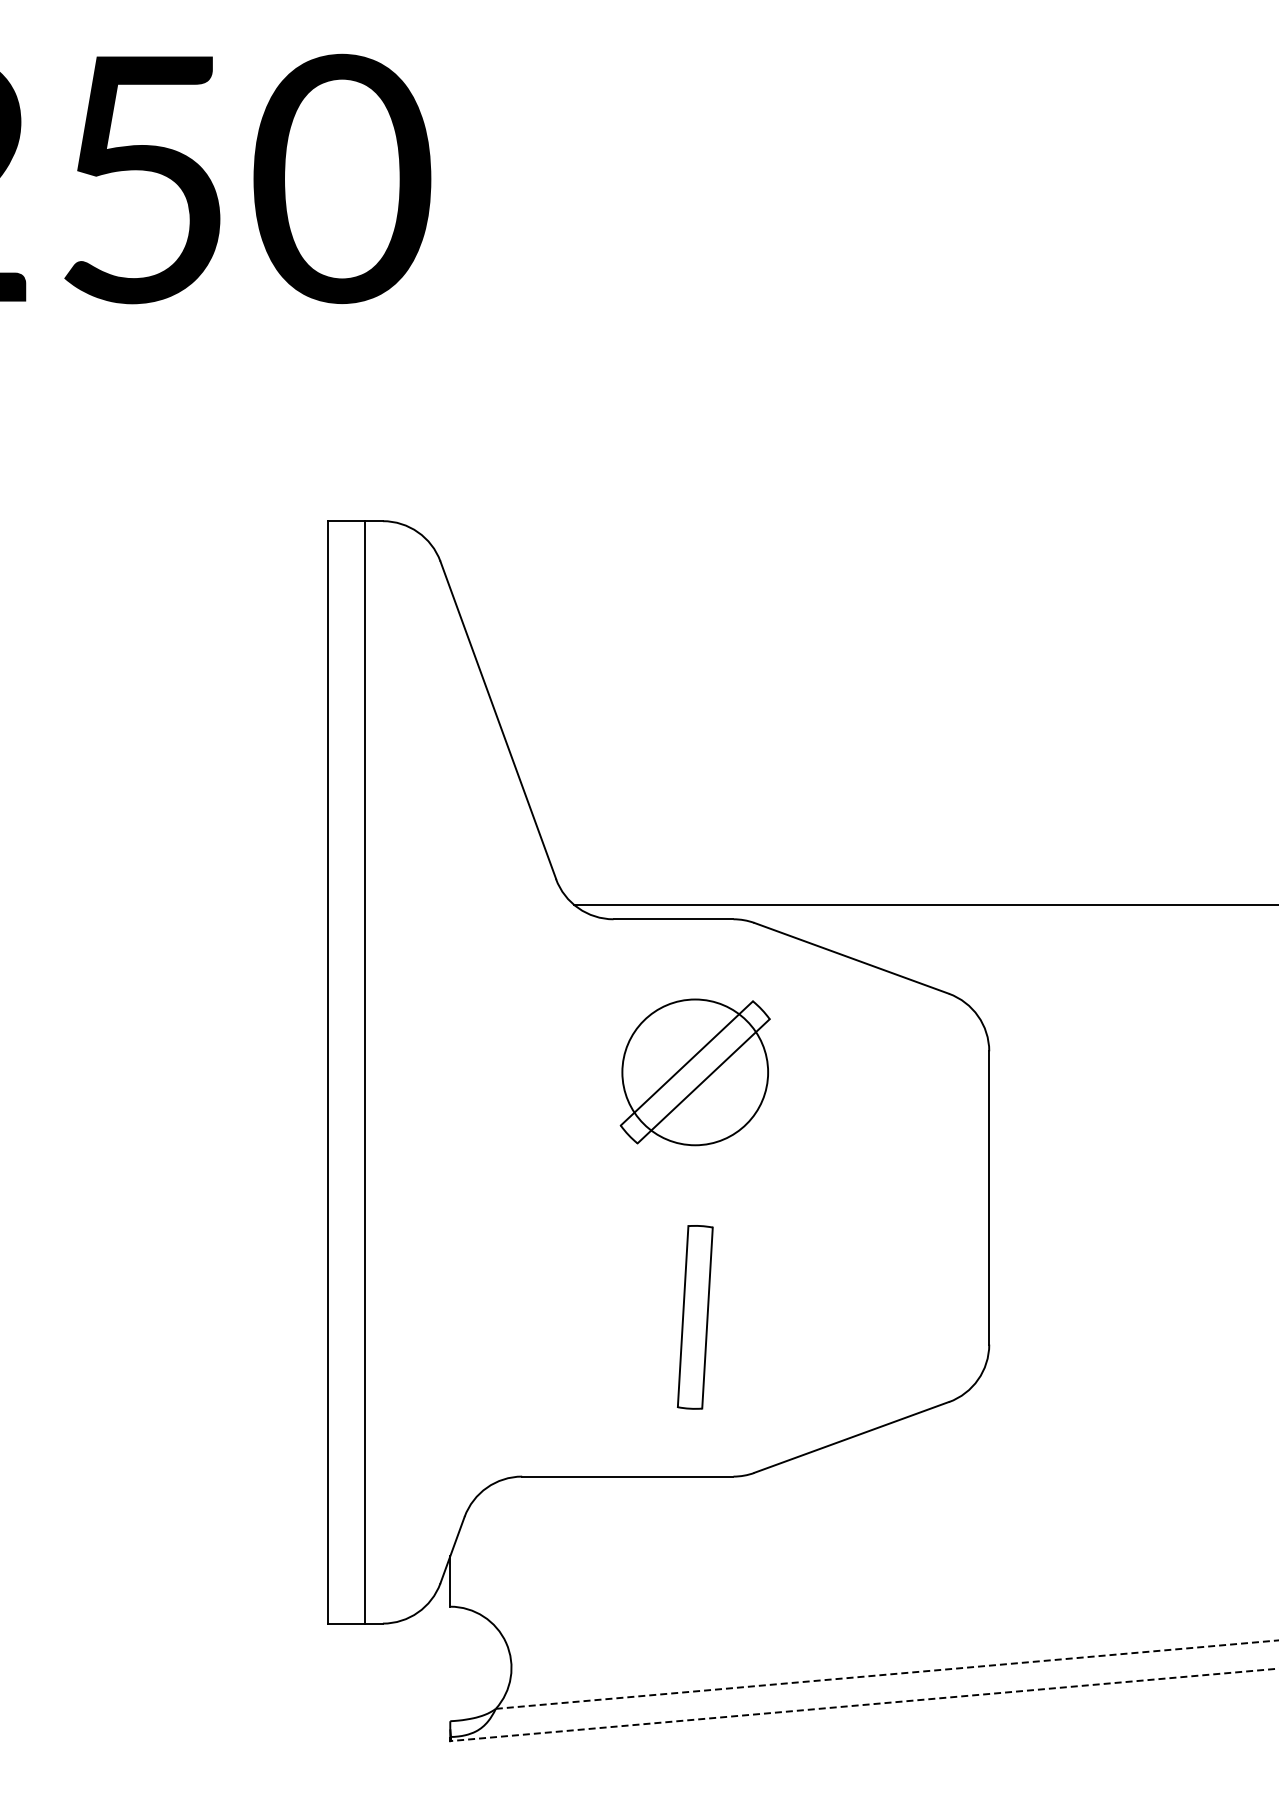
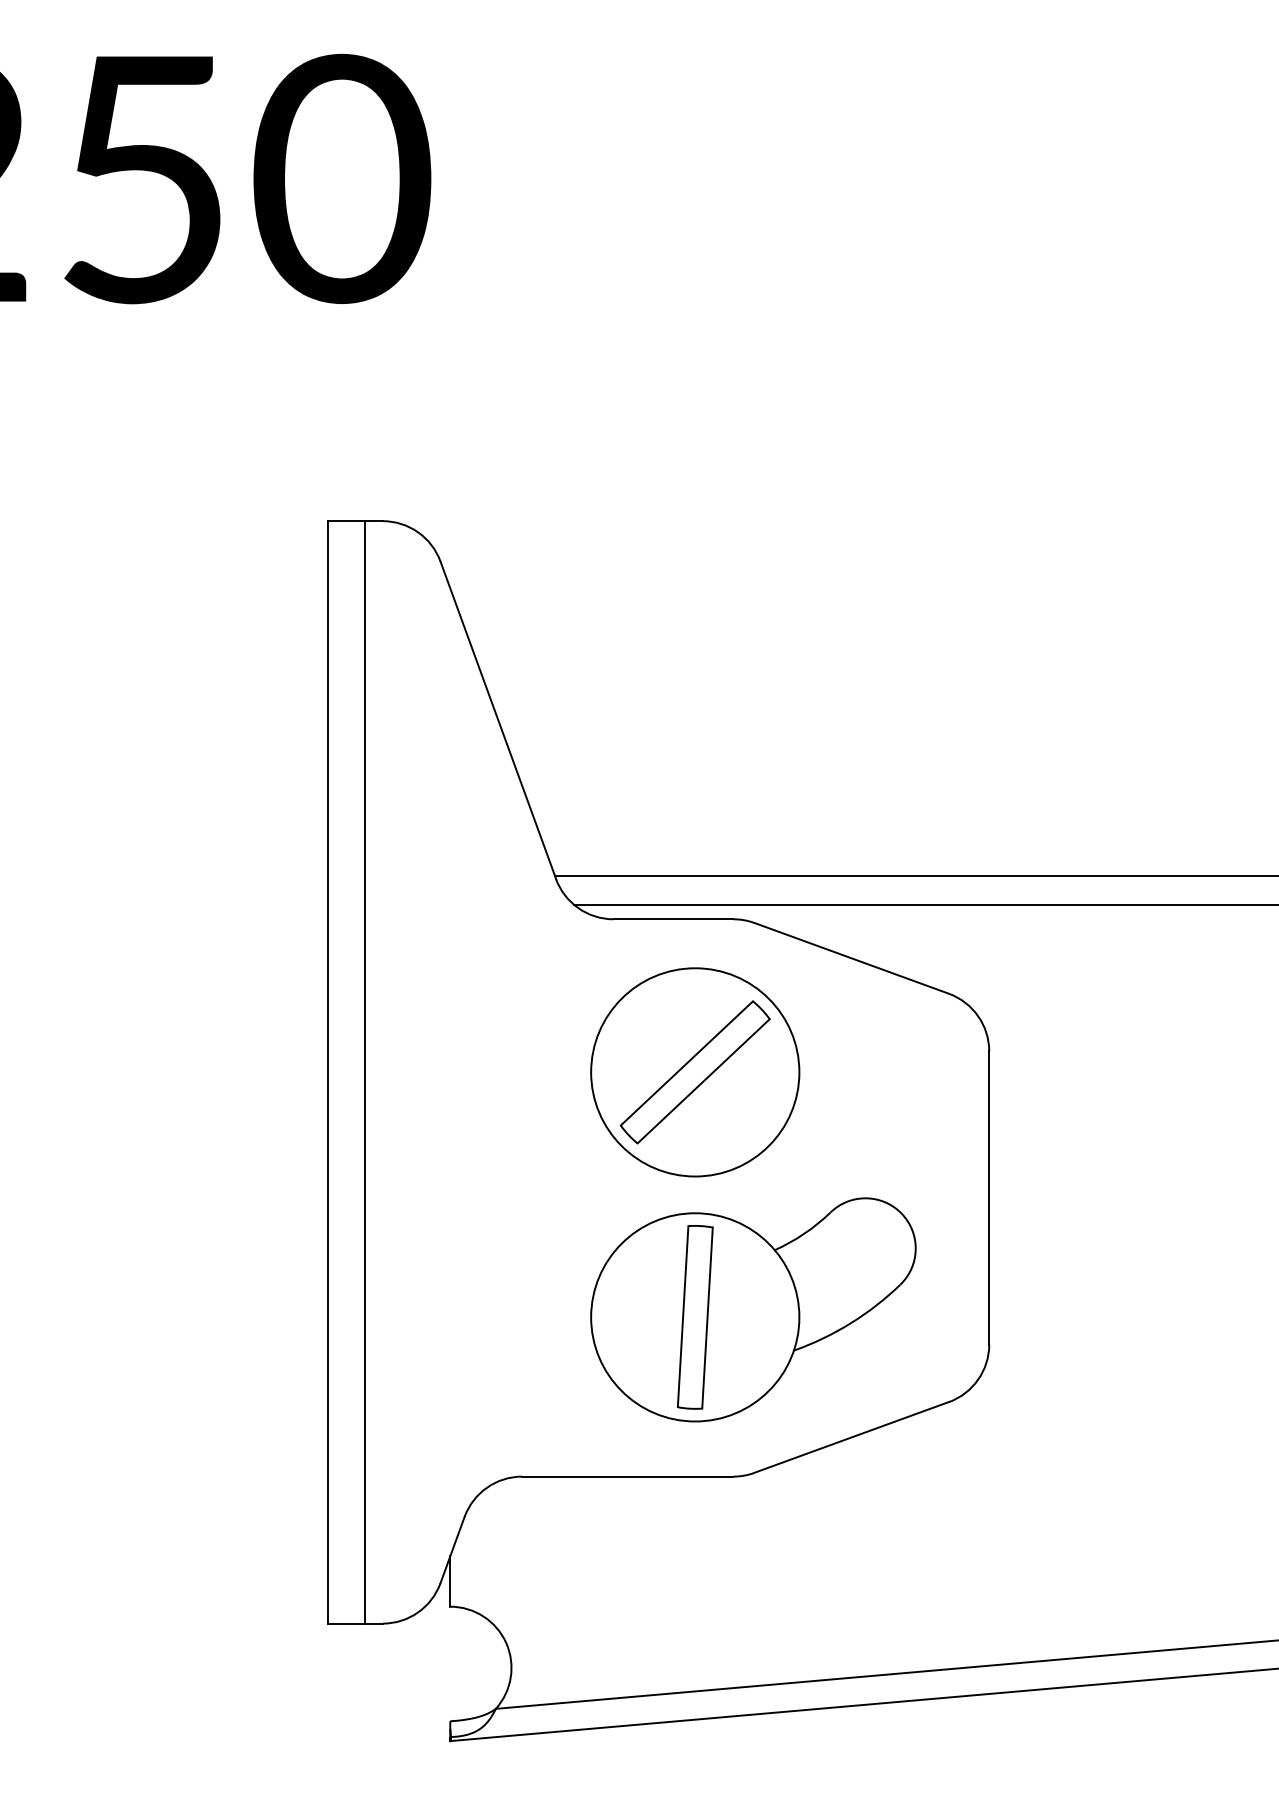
line at (915, 876): none -> present
circle at (695, 1072) diameter: 146 px -> 208 px
part at (753, 1309): none -> present
line at (887, 1674): dashed -> solid
line at (864, 1704): dashed -> solid
